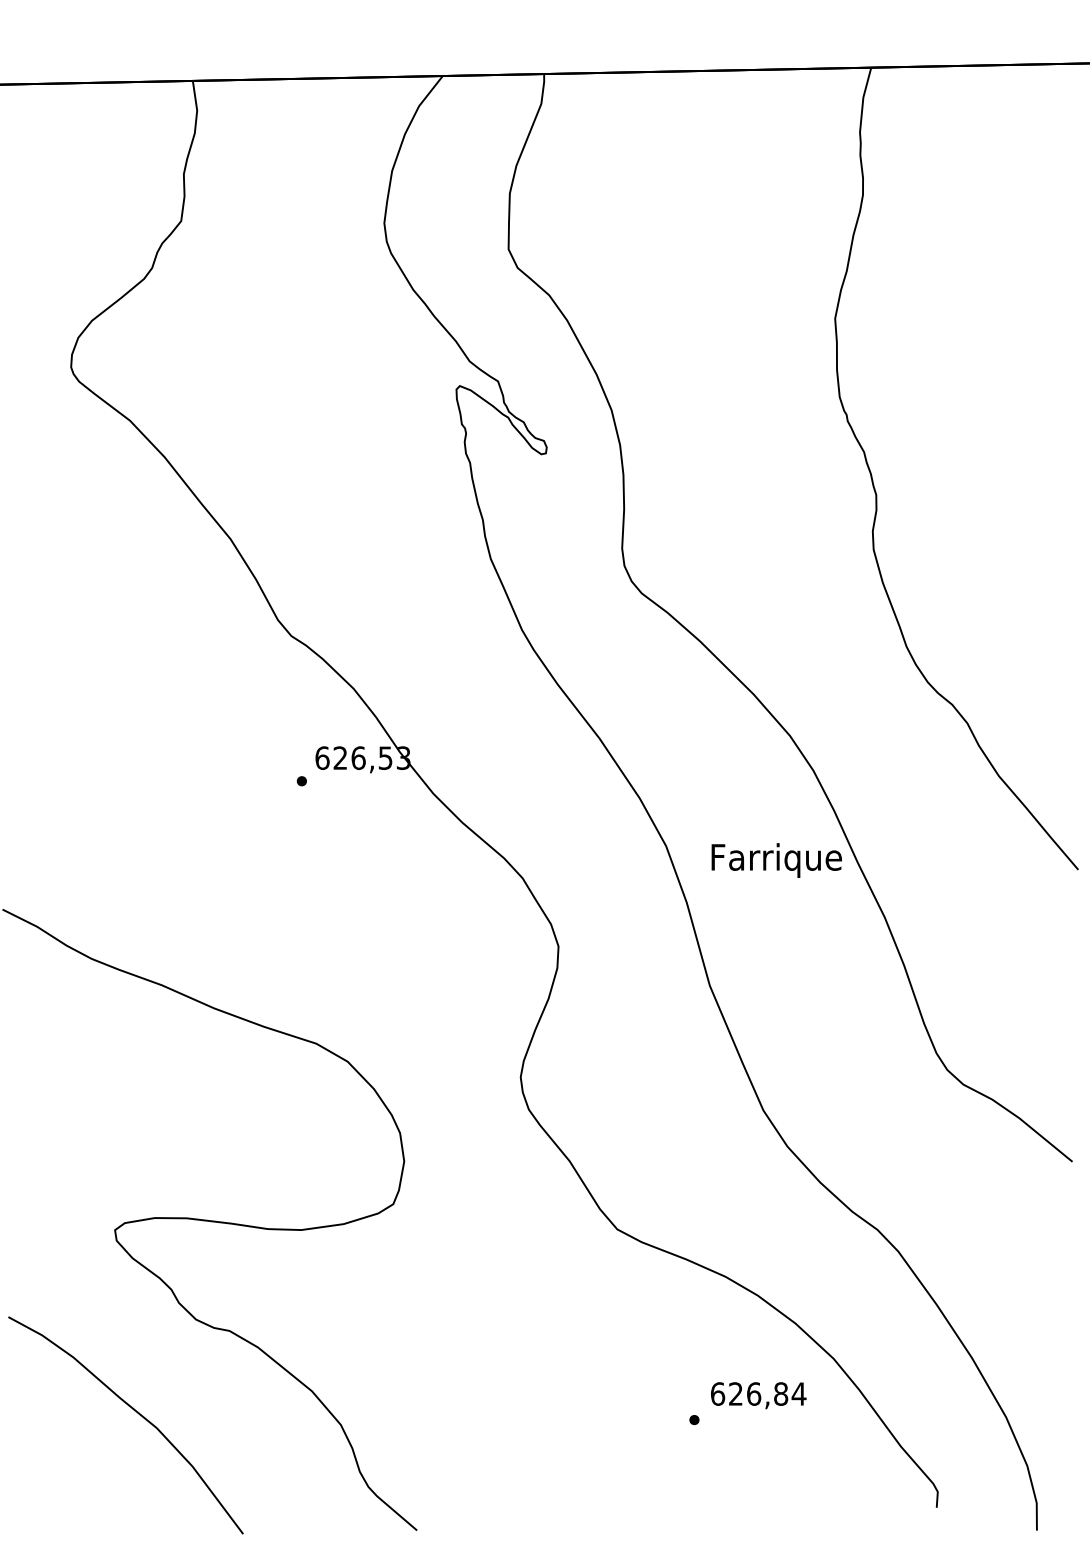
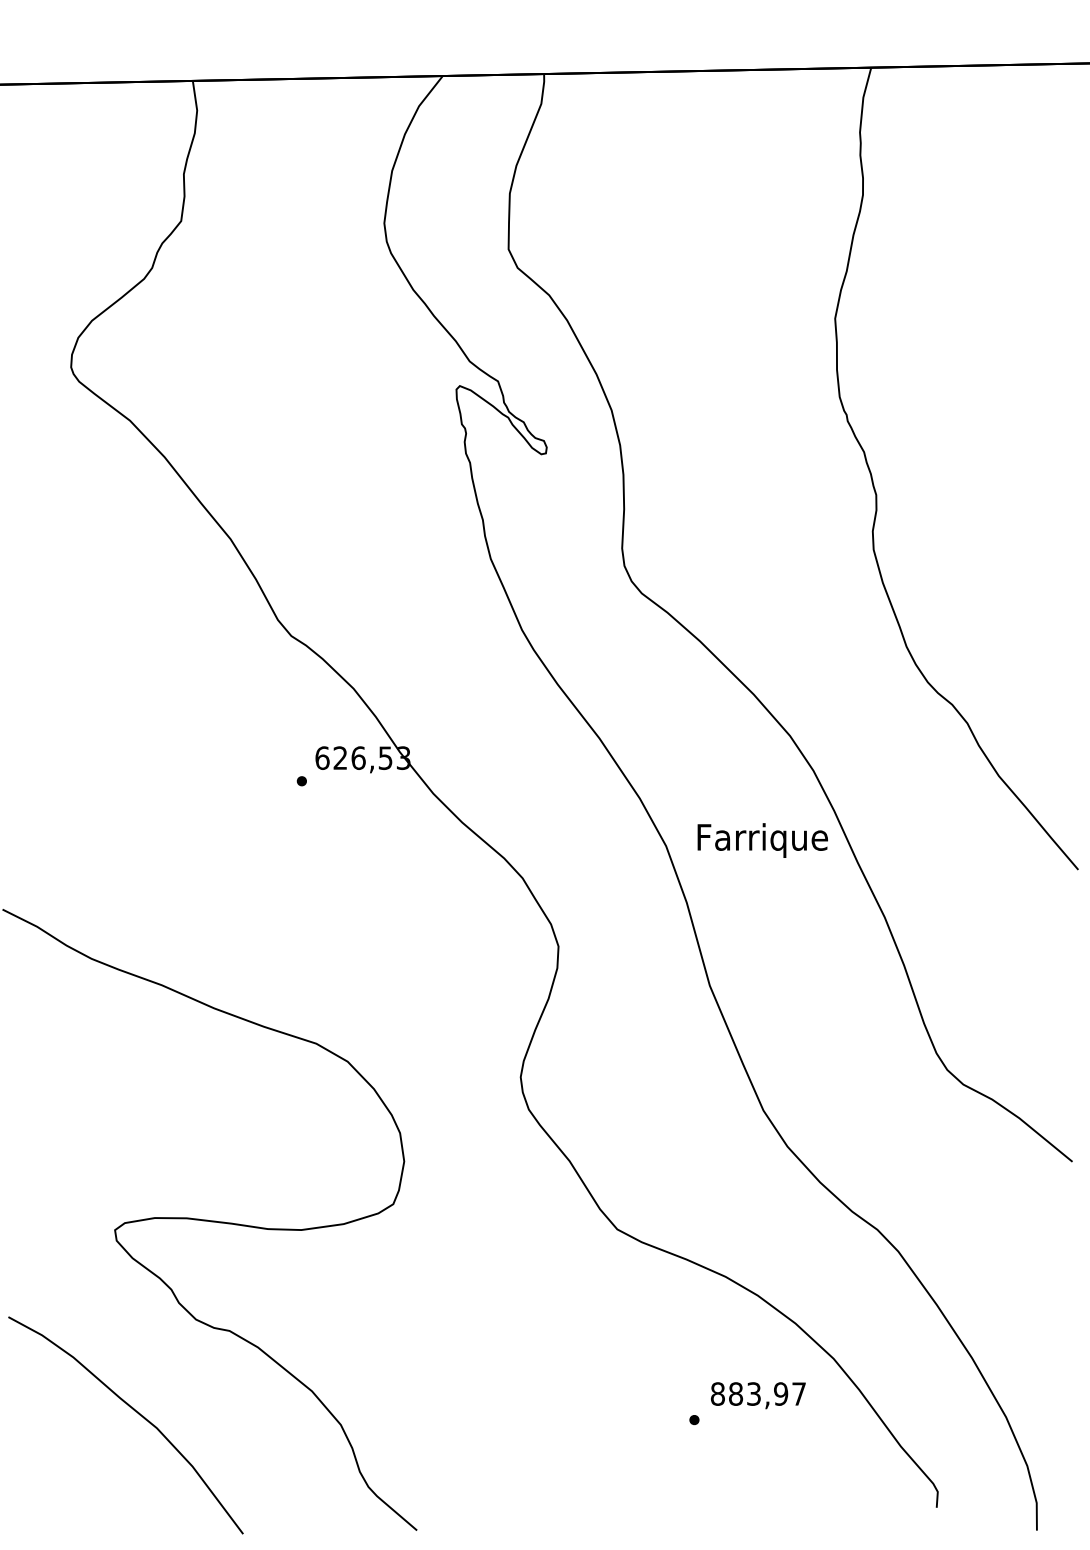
text at (776, 860) position: (776, 860) -> (762, 840)
text at (758, 1393): 626,84 -> 883,97
